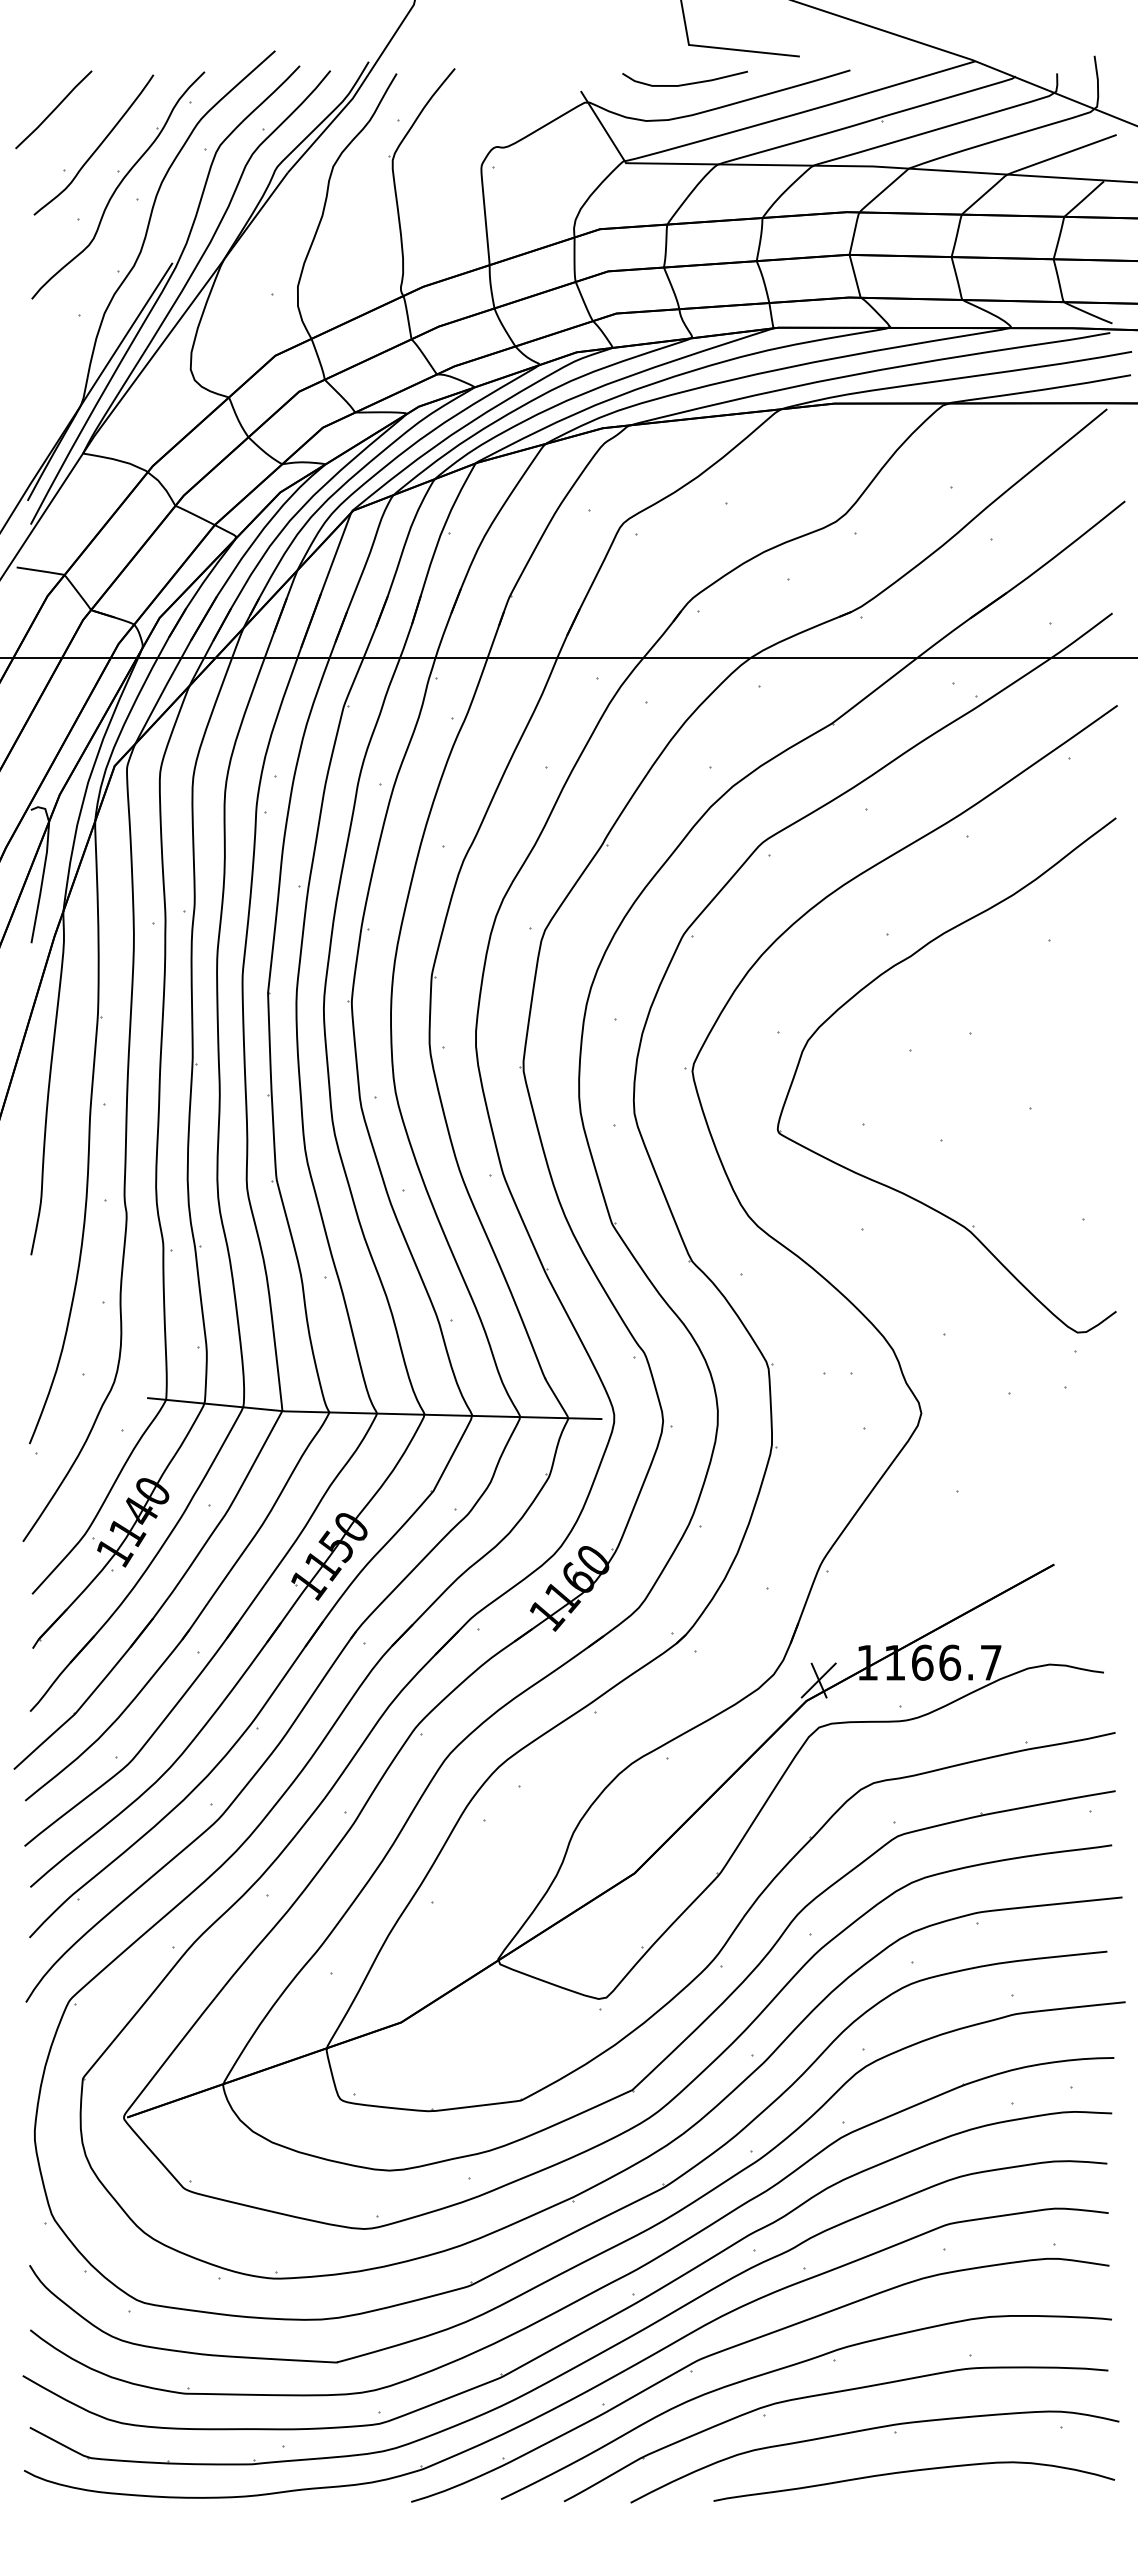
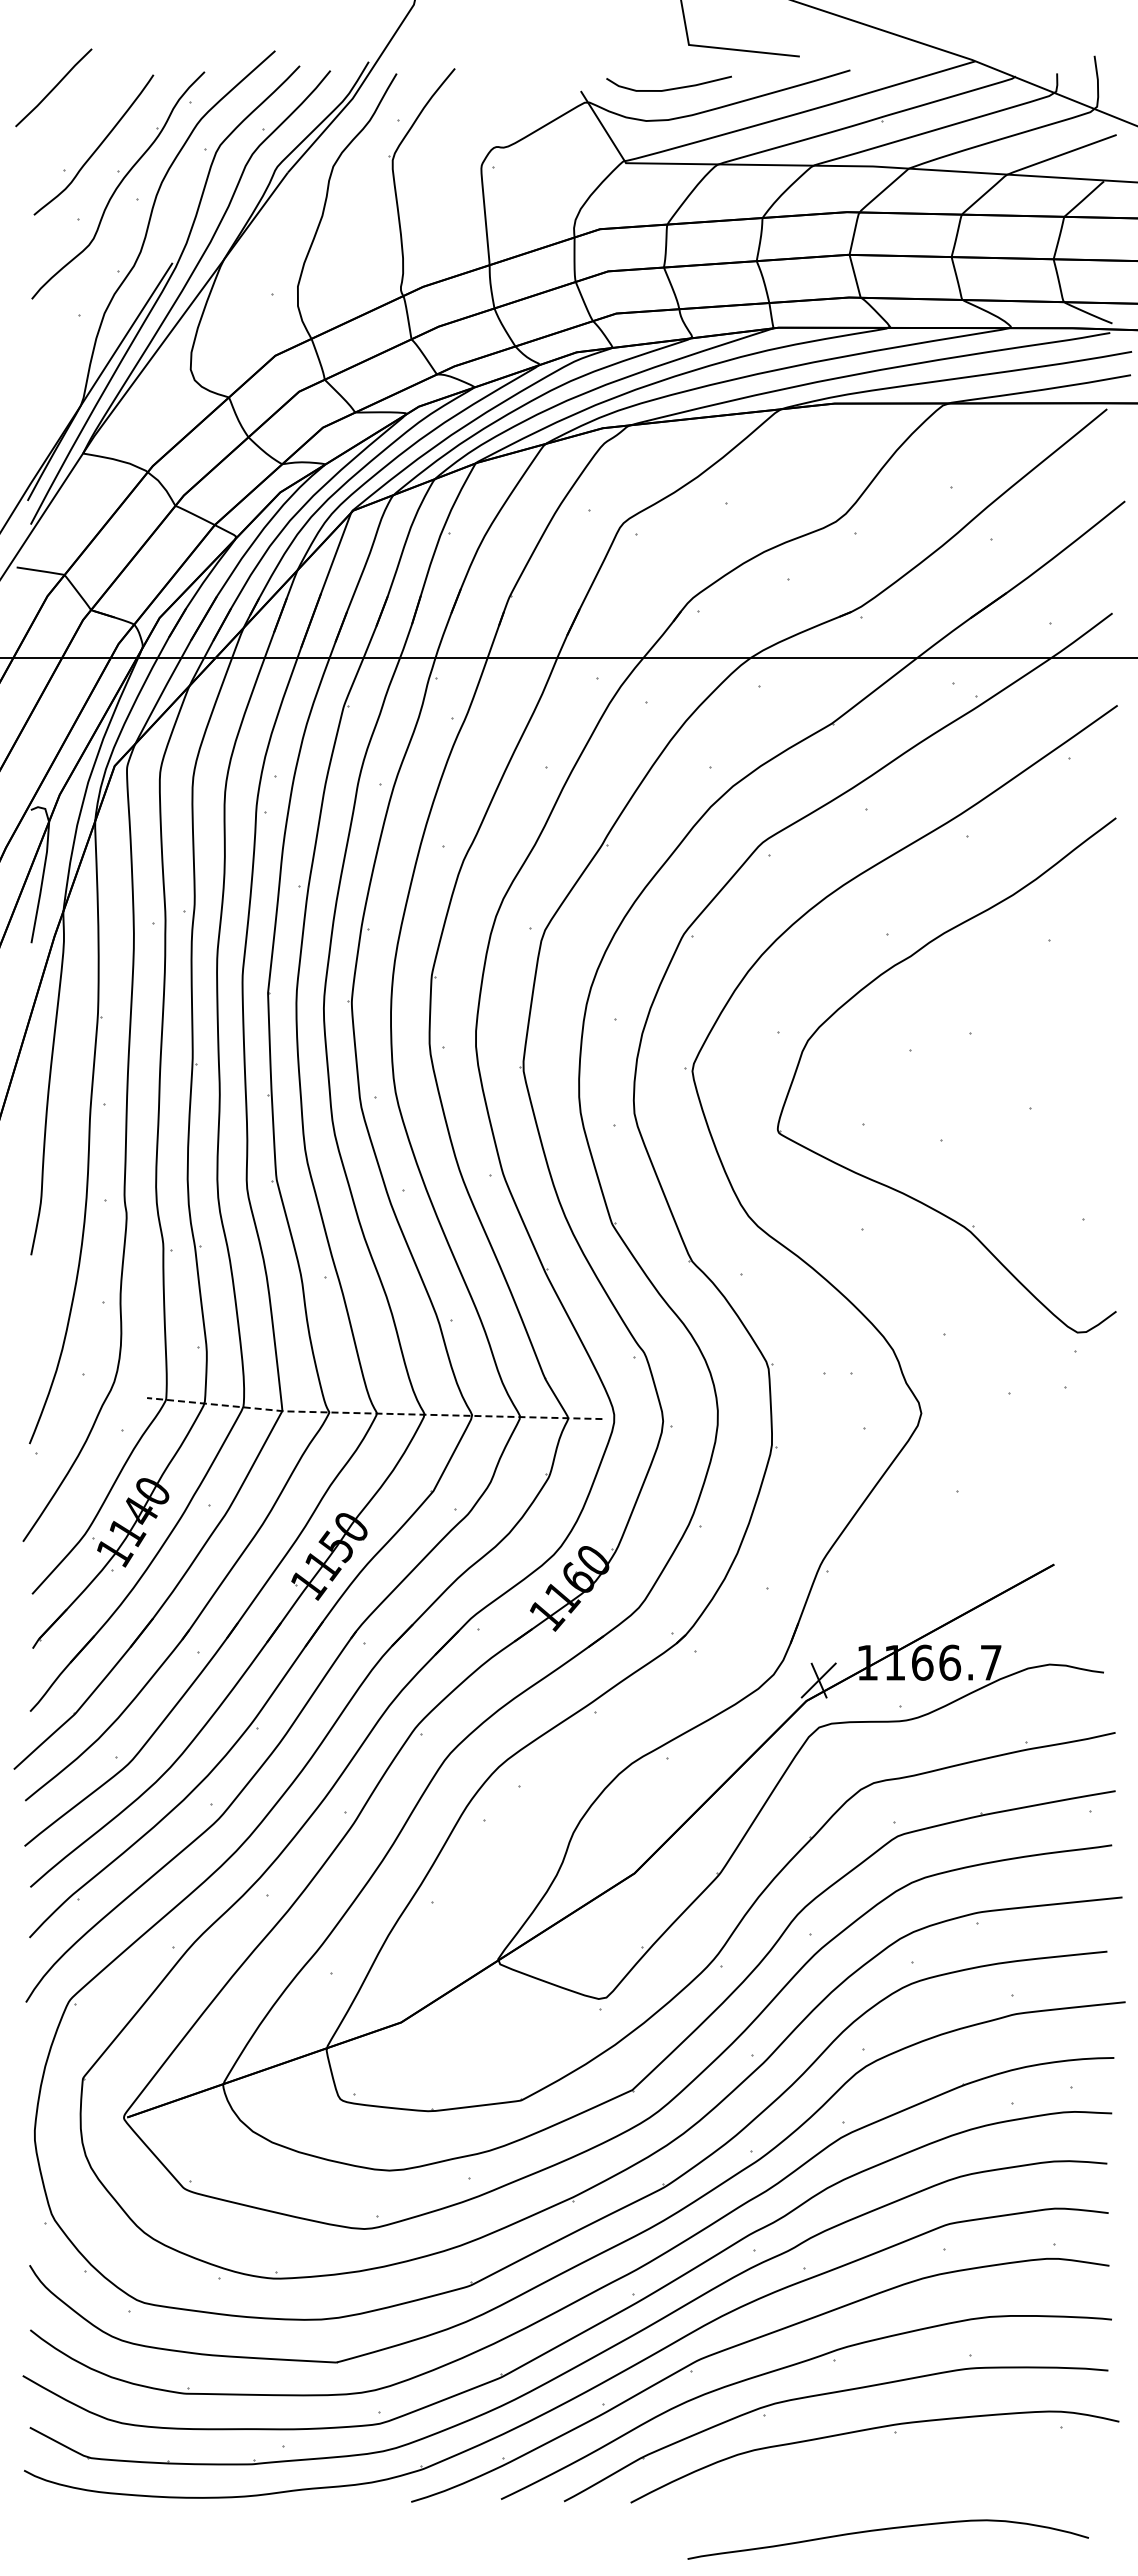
curve at (684, 83) position: (684, 83) -> (668, 88)
line at (53, 109) position: (53, 109) -> (53, 87)
line at (373, 1413): solid -> dashed
curve at (910, 2472) position: (910, 2472) -> (884, 2530)
